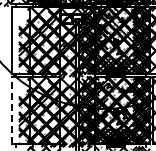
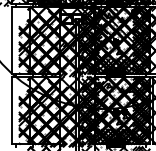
line at (12, 110): dashed -> solid
